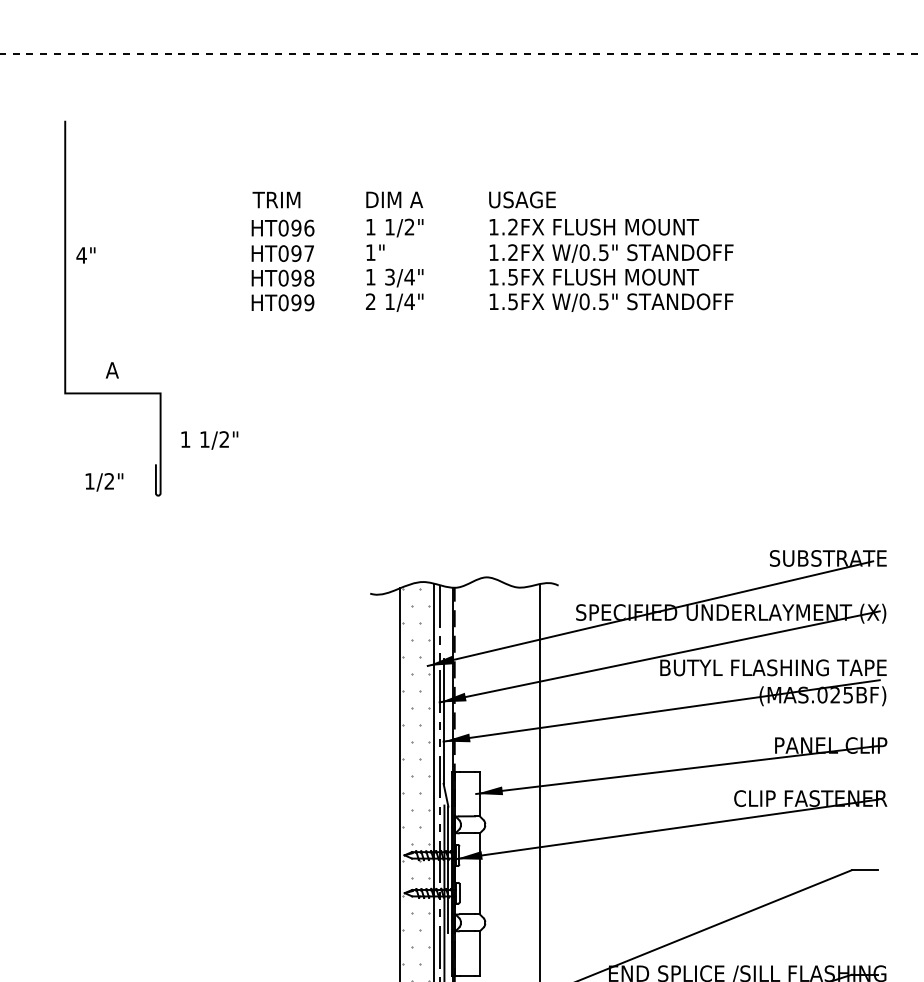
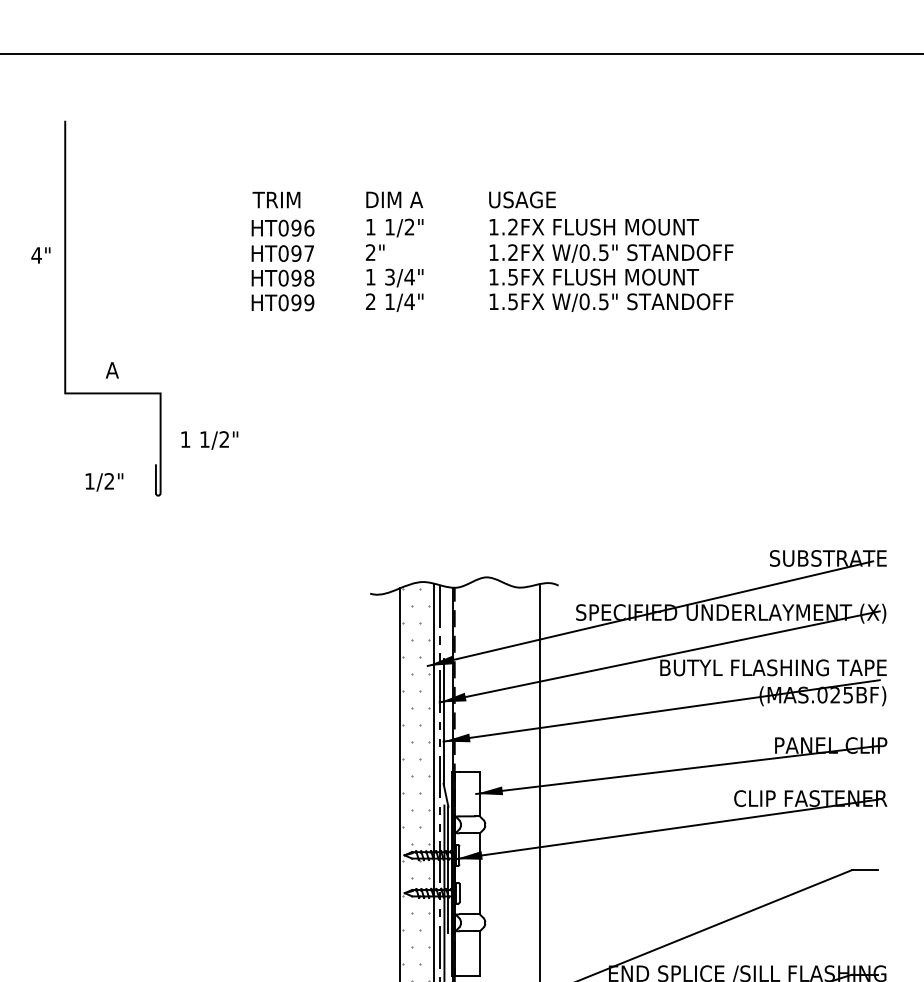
line at (462, 54): dashed -> solid
text at (370, 252): 1" -> 2"
text at (85, 255) position: (85, 255) -> (40, 255)
